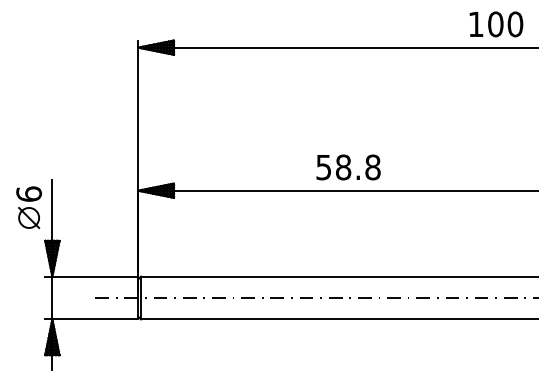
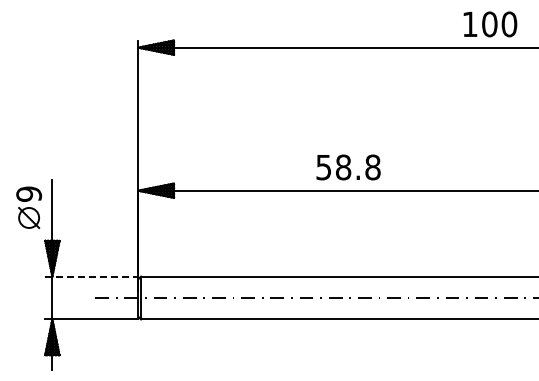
text at (496, 24) position: (496, 24) -> (490, 24)
text at (29, 193): 6 -> 9
line at (92, 276): solid -> dashed
